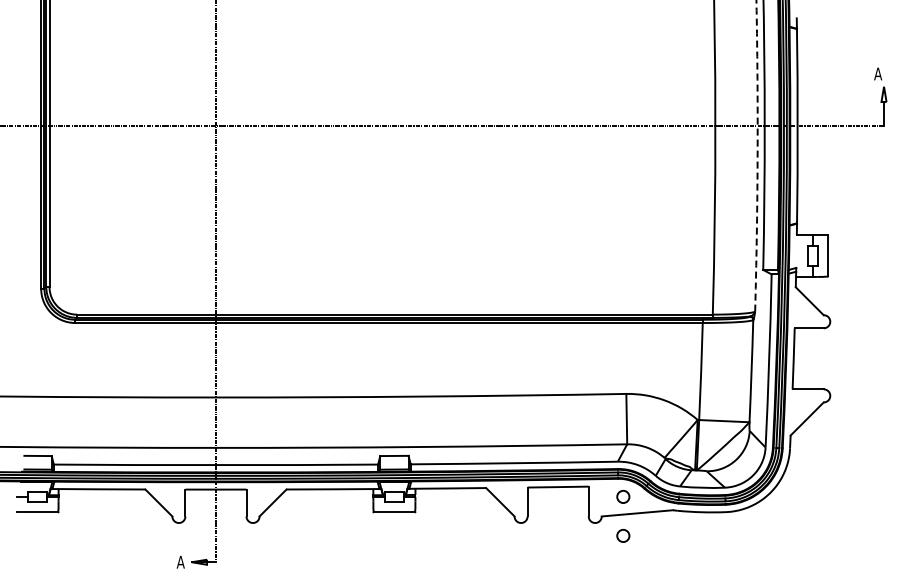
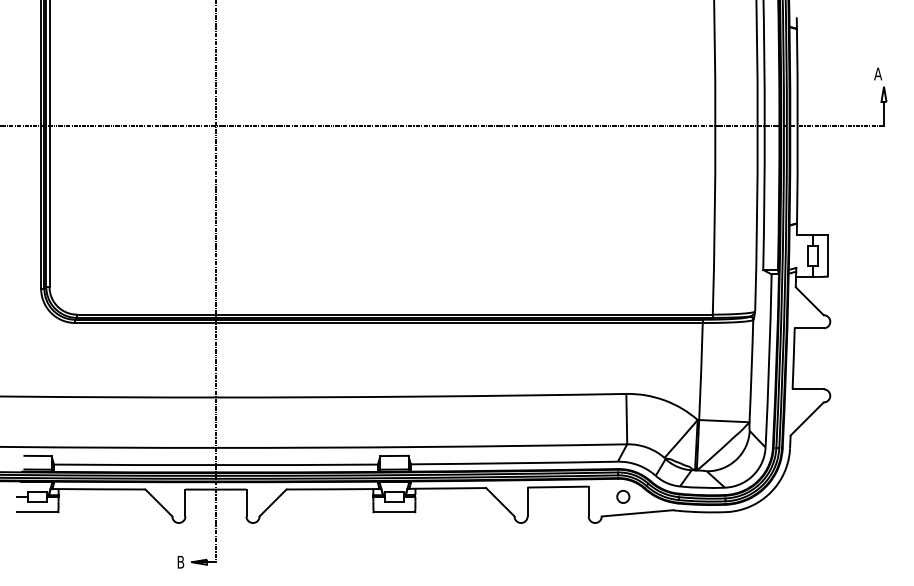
arc at (757, 155): dashed -> solid
circle at (623, 535): present -> none
text at (180, 561): A -> B
